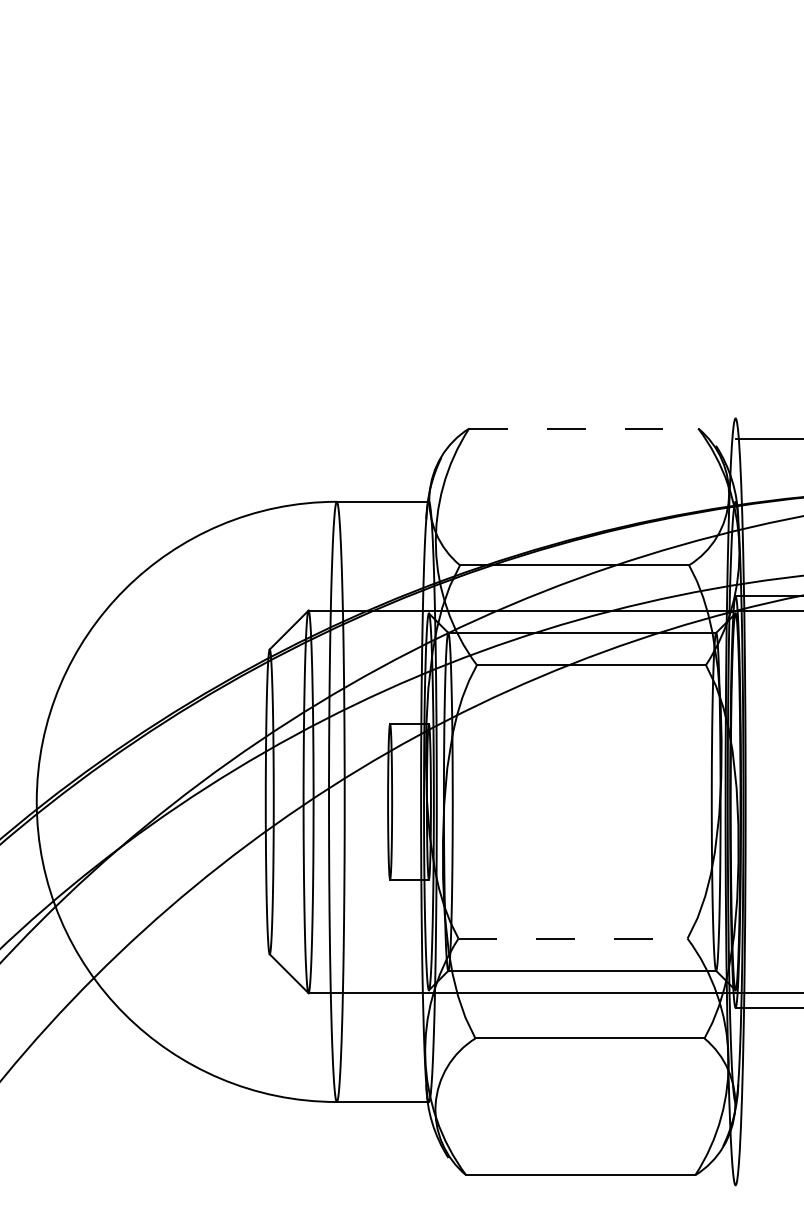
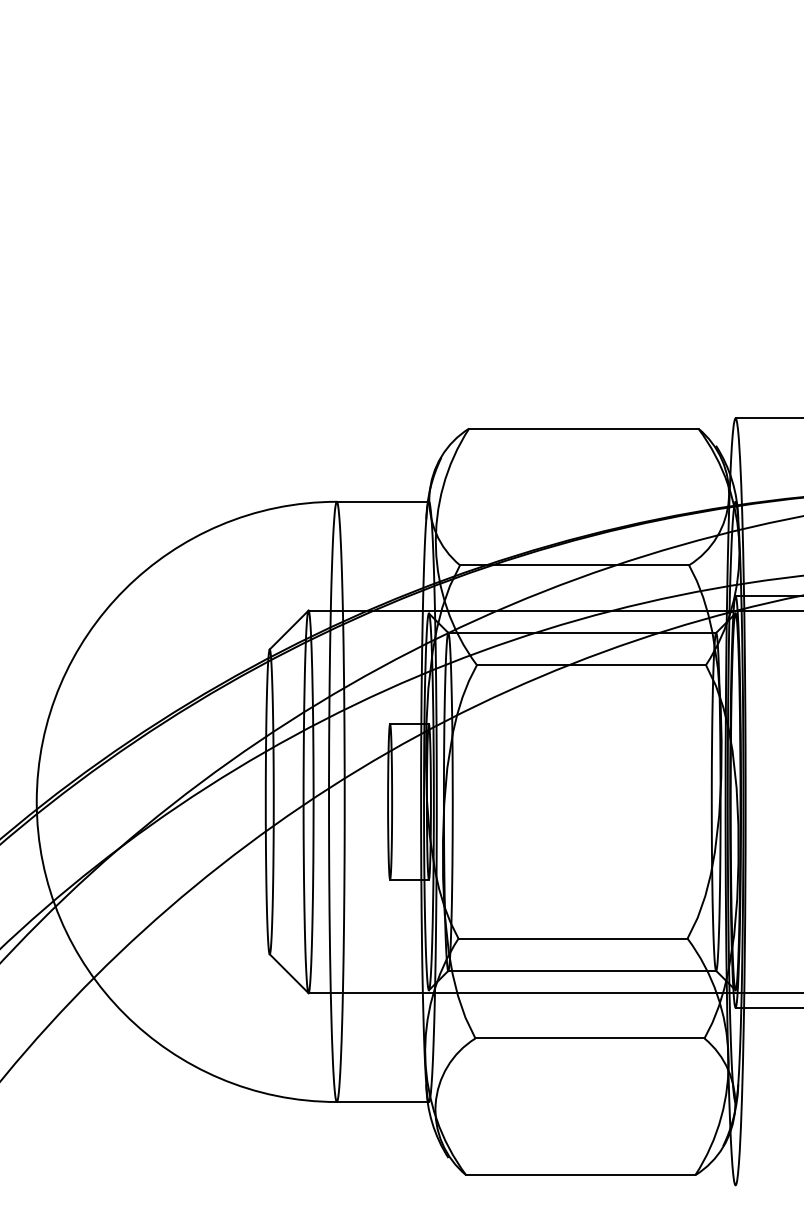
line at (583, 428): dashed -> solid
line at (767, 439) position: (767, 439) -> (767, 418)
line at (573, 938): dashed -> solid
